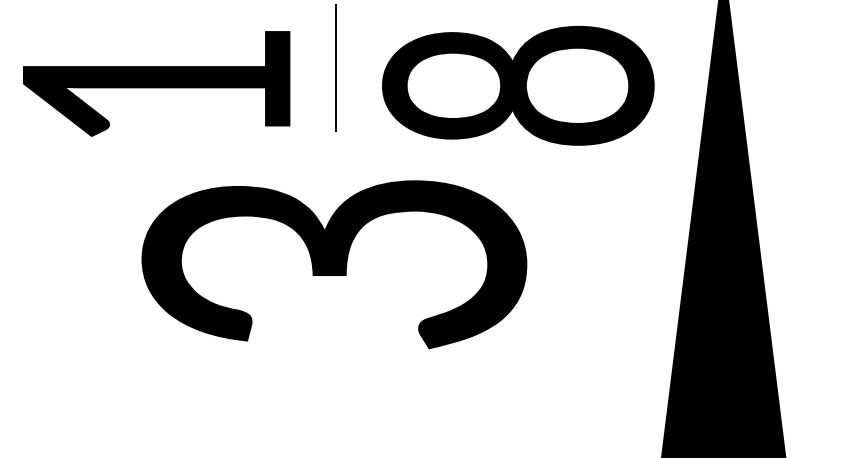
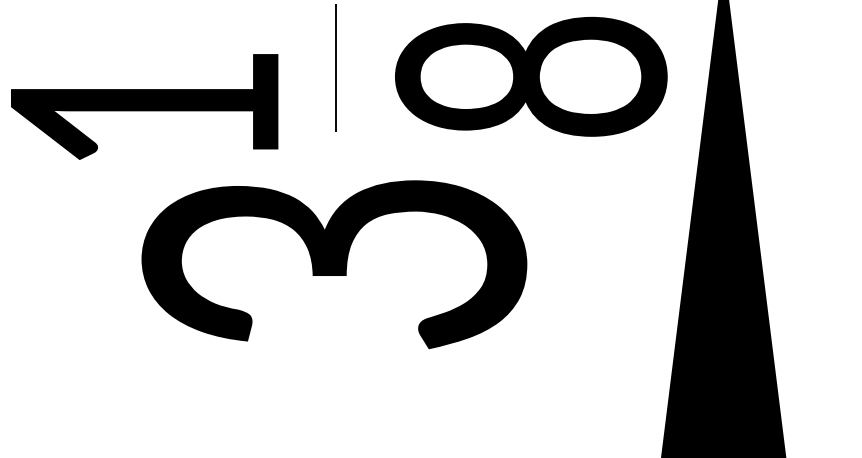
text at (156, 83) position: (156, 83) -> (144, 106)
text at (518, 85) position: (518, 85) -> (531, 76)
